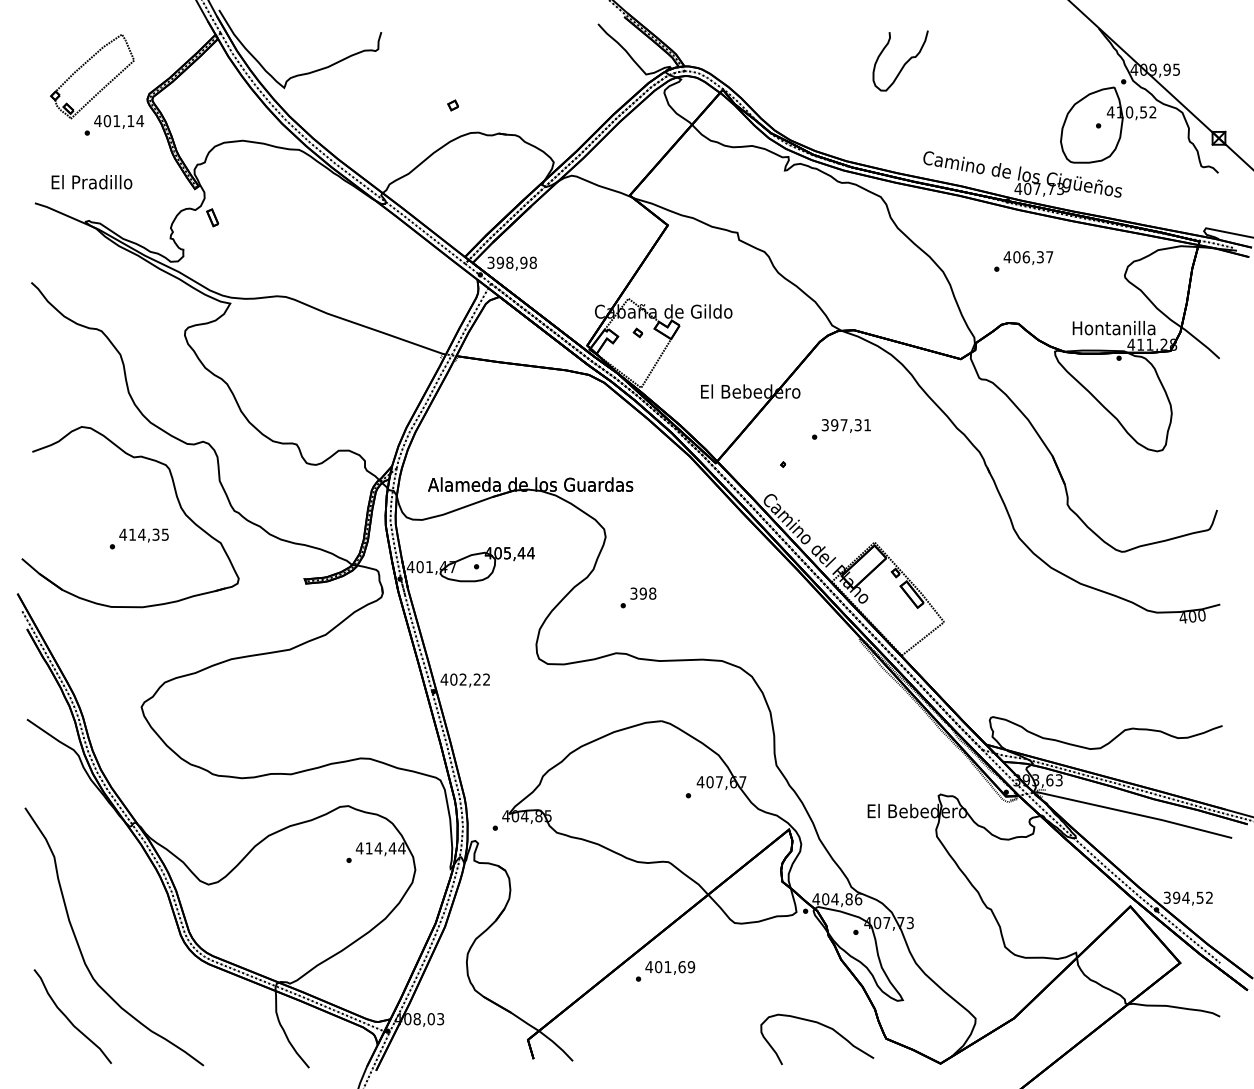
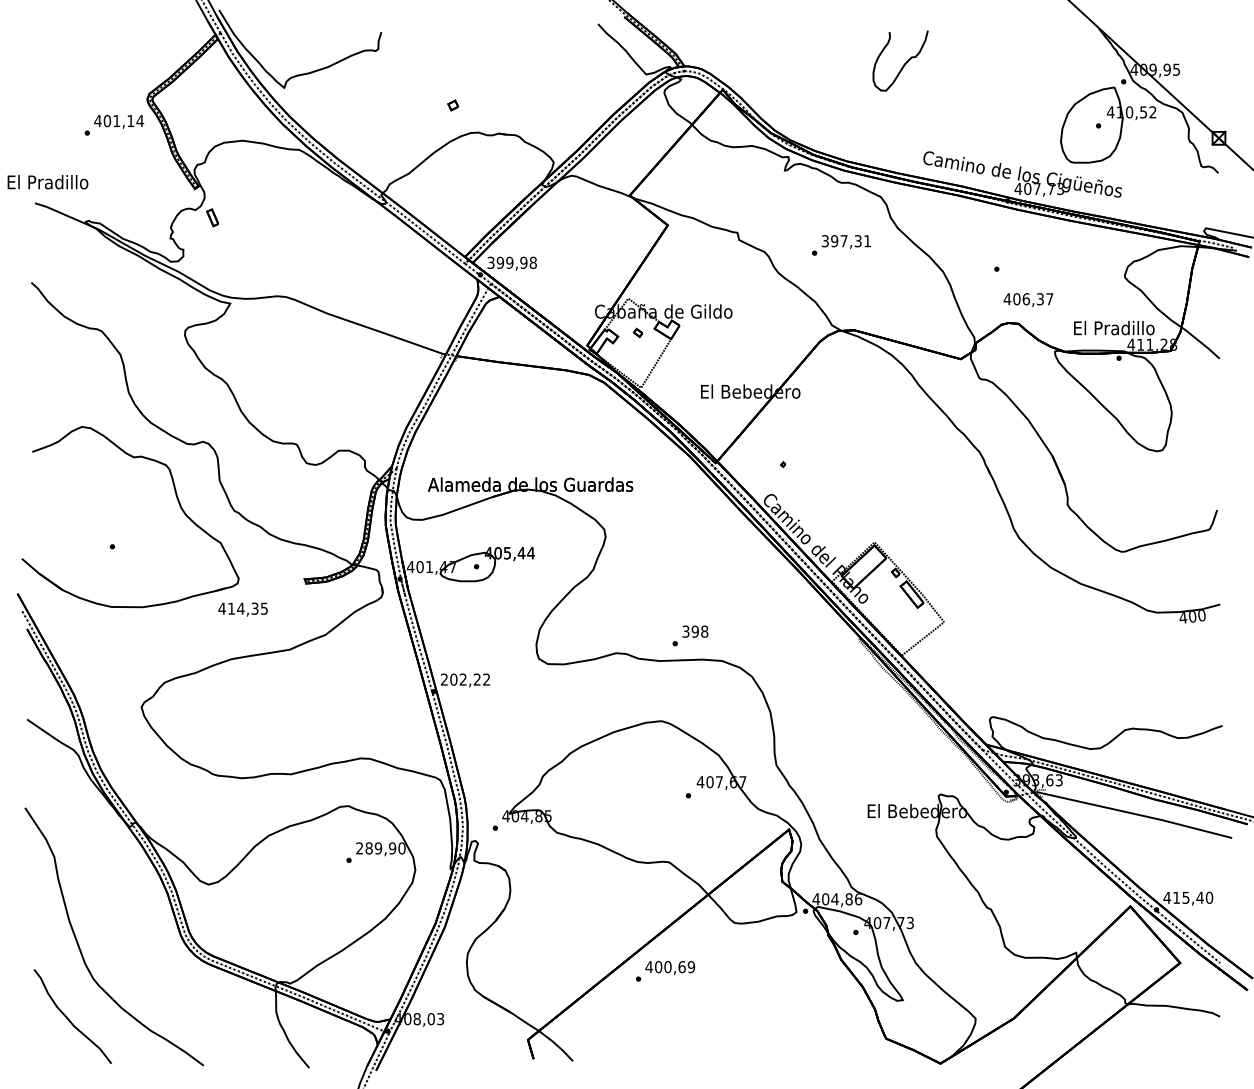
part at (92, 76): present -> none
text at (91, 182) position: (91, 182) -> (47, 182)
text at (1028, 257) position: (1028, 257) -> (1028, 299)
text at (509, 262): 398,98 -> 399,98
text at (1113, 327): Hontanilla -> El Pradillo
text at (841, 429) position: (841, 429) -> (841, 245)
text at (143, 535) position: (143, 535) -> (242, 609)
text at (638, 597) position: (638, 597) -> (690, 635)
text at (444, 679): 402,22 -> 202,22
text at (380, 848): 414,44 -> 289,90
text at (1188, 897): 394,52 -> 415,40
text at (667, 967): 401,69 -> 400,69
curve at (823, 1026): present -> none
